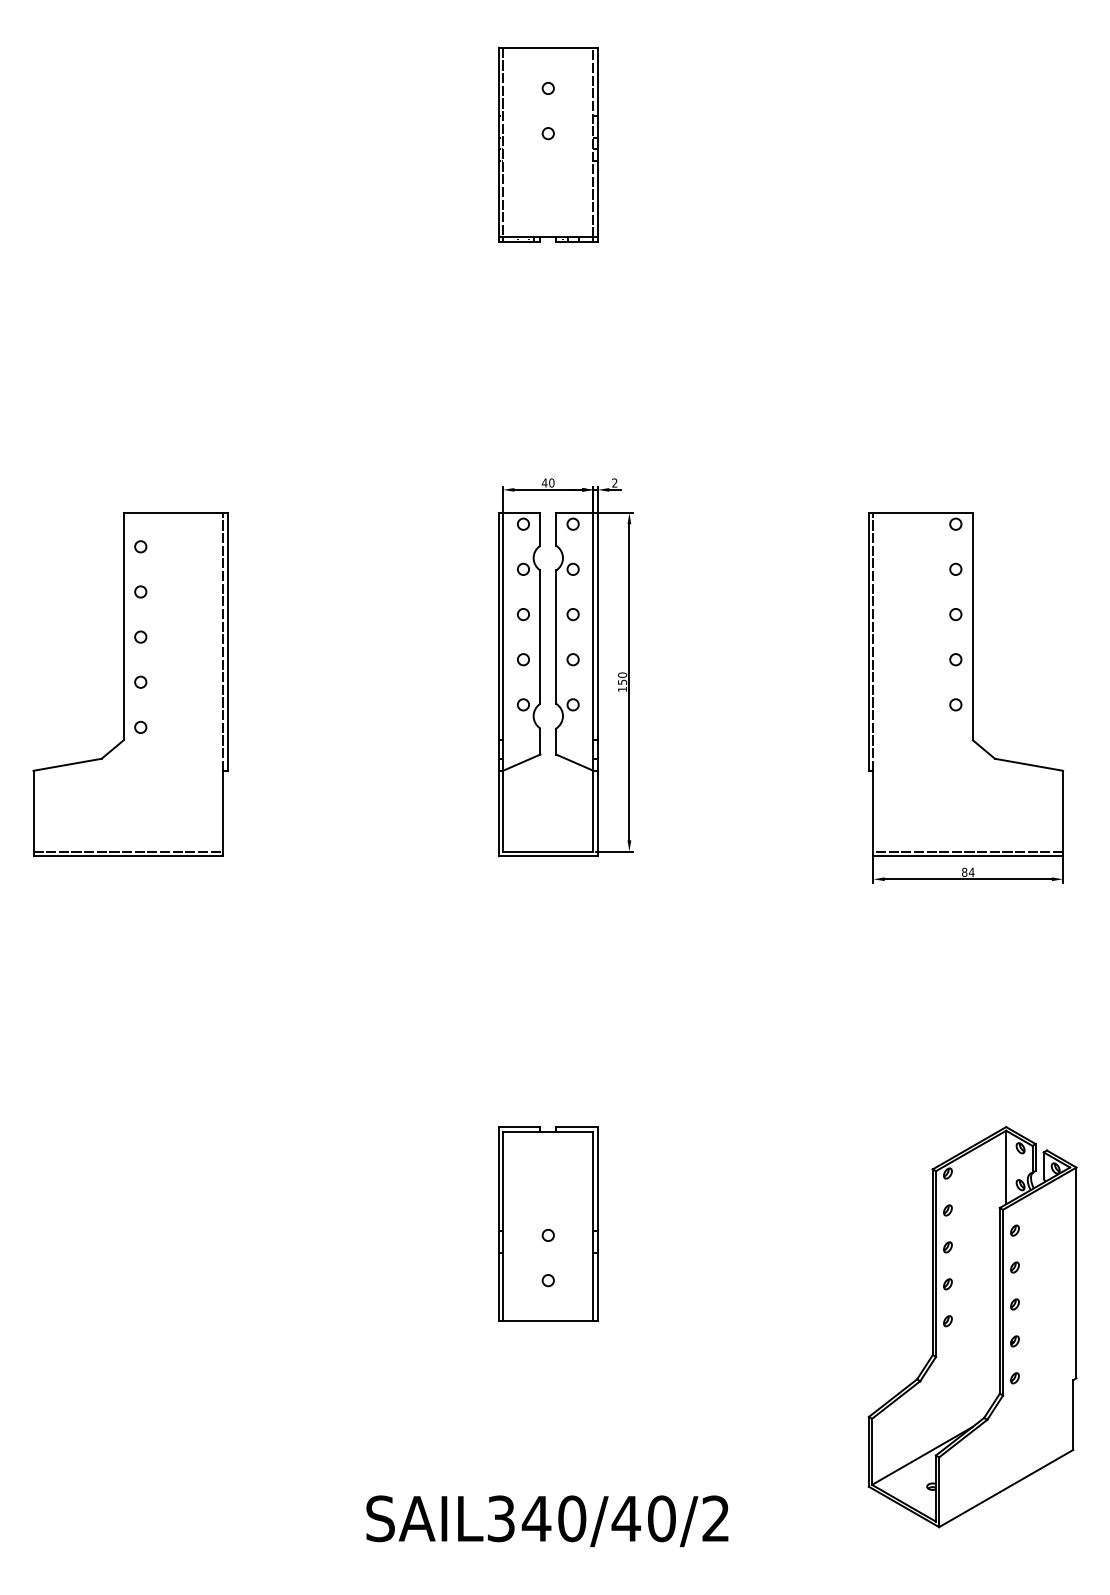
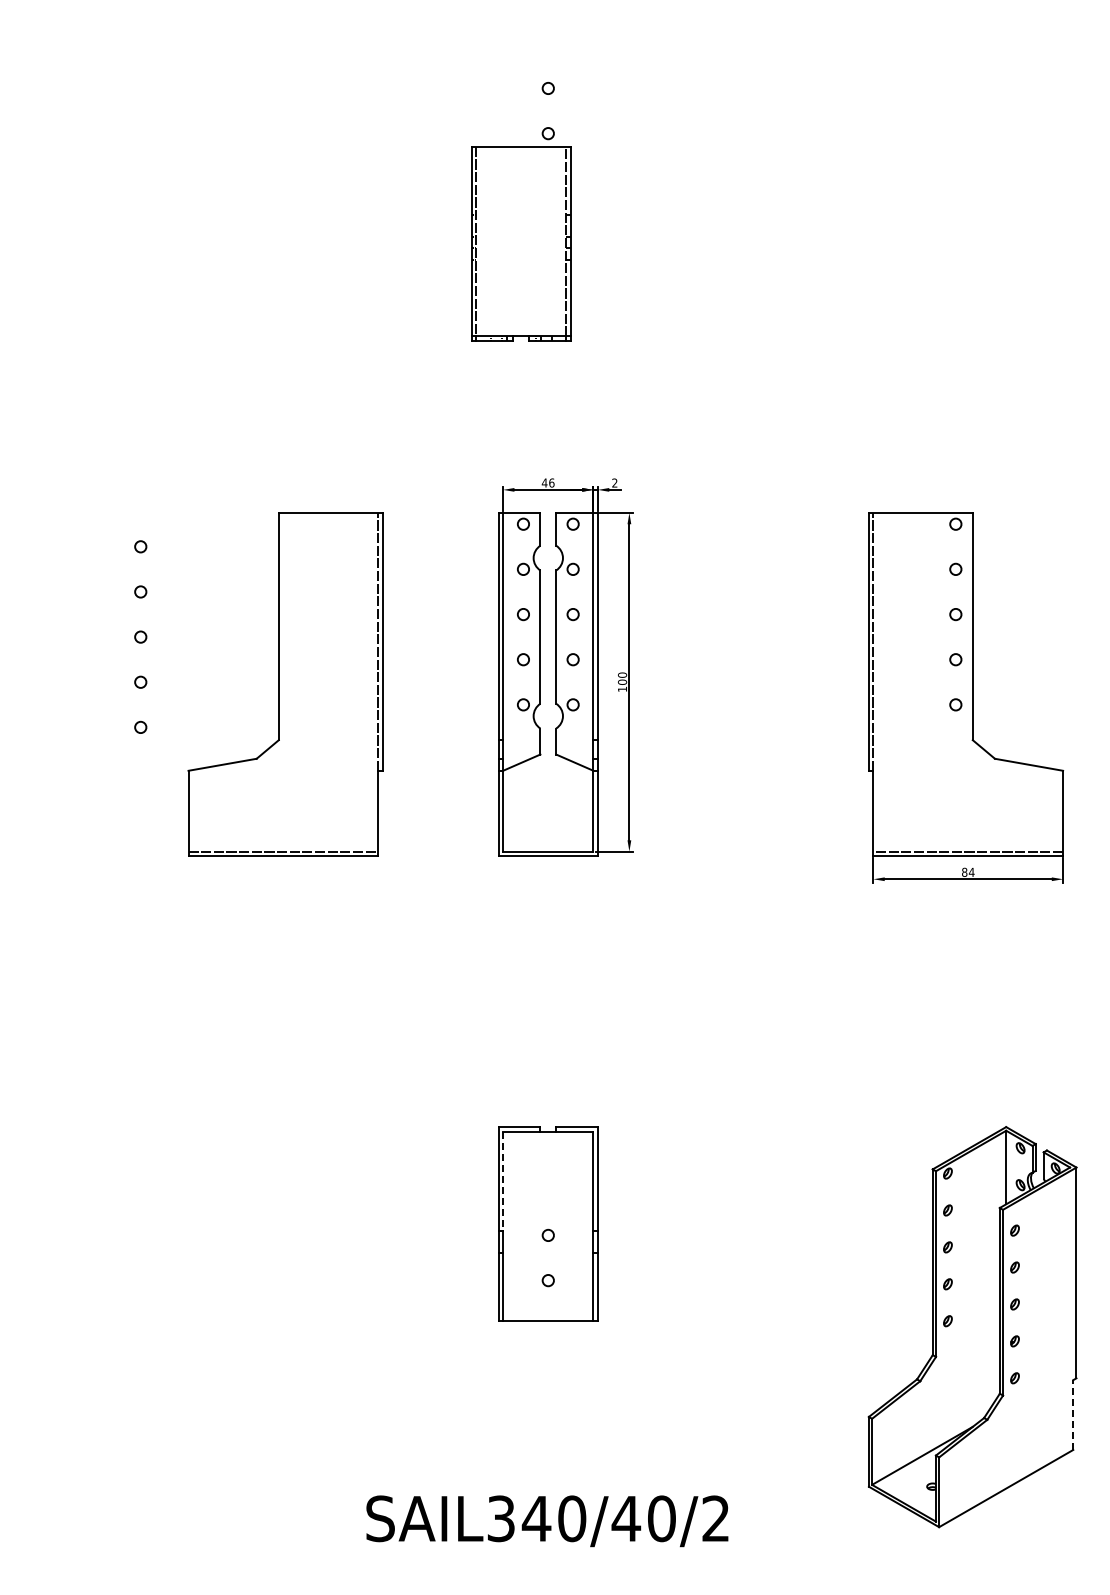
part at (548, 144) position: (548, 144) -> (521, 243)
text at (551, 482): 40 -> 46
text at (622, 681): 150 -> 100
part at (130, 684) position: (130, 684) -> (285, 684)
line at (503, 1181): solid -> dashed
line at (1073, 1415): solid -> dashed
